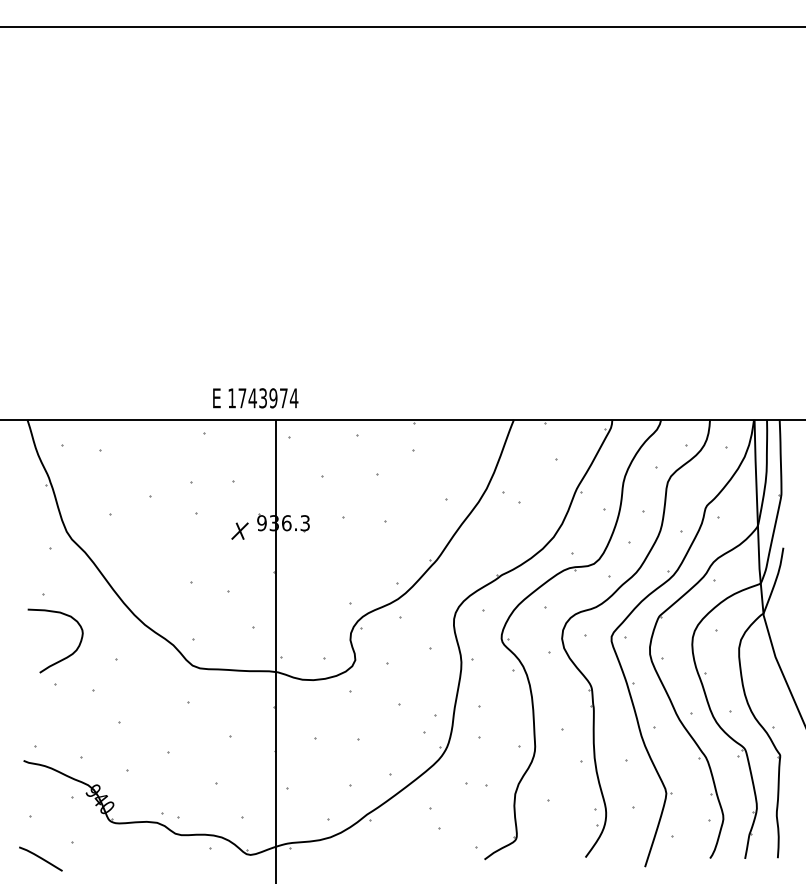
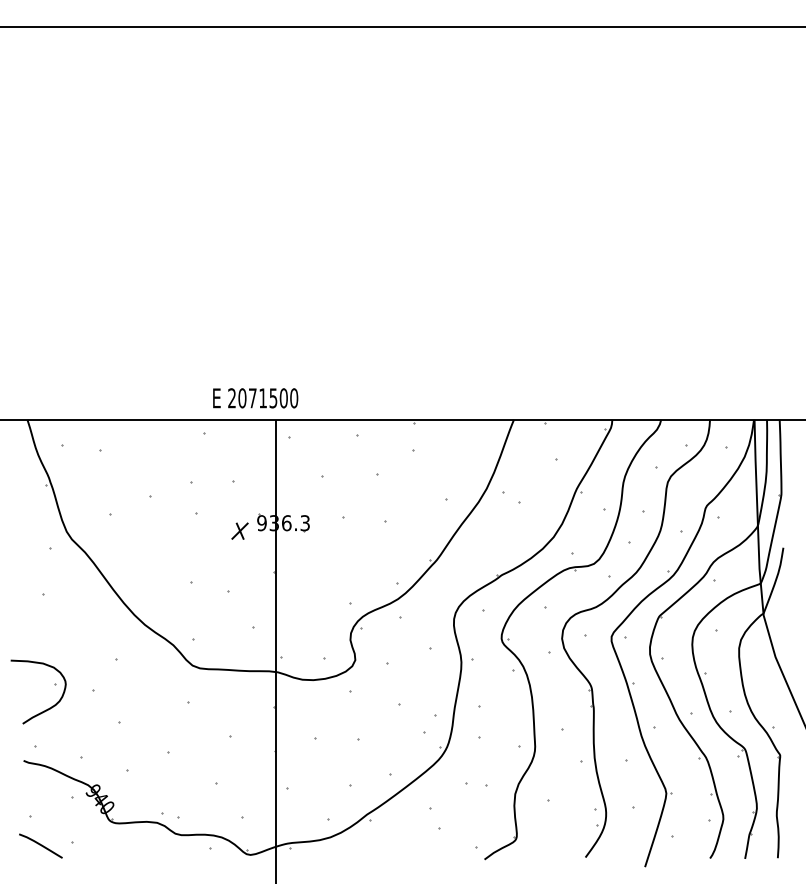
text at (263, 398): 1743974 -> 2071500
curve at (64, 657) position: (64, 657) -> (47, 708)
curve at (40, 858) position: (40, 858) -> (40, 845)
